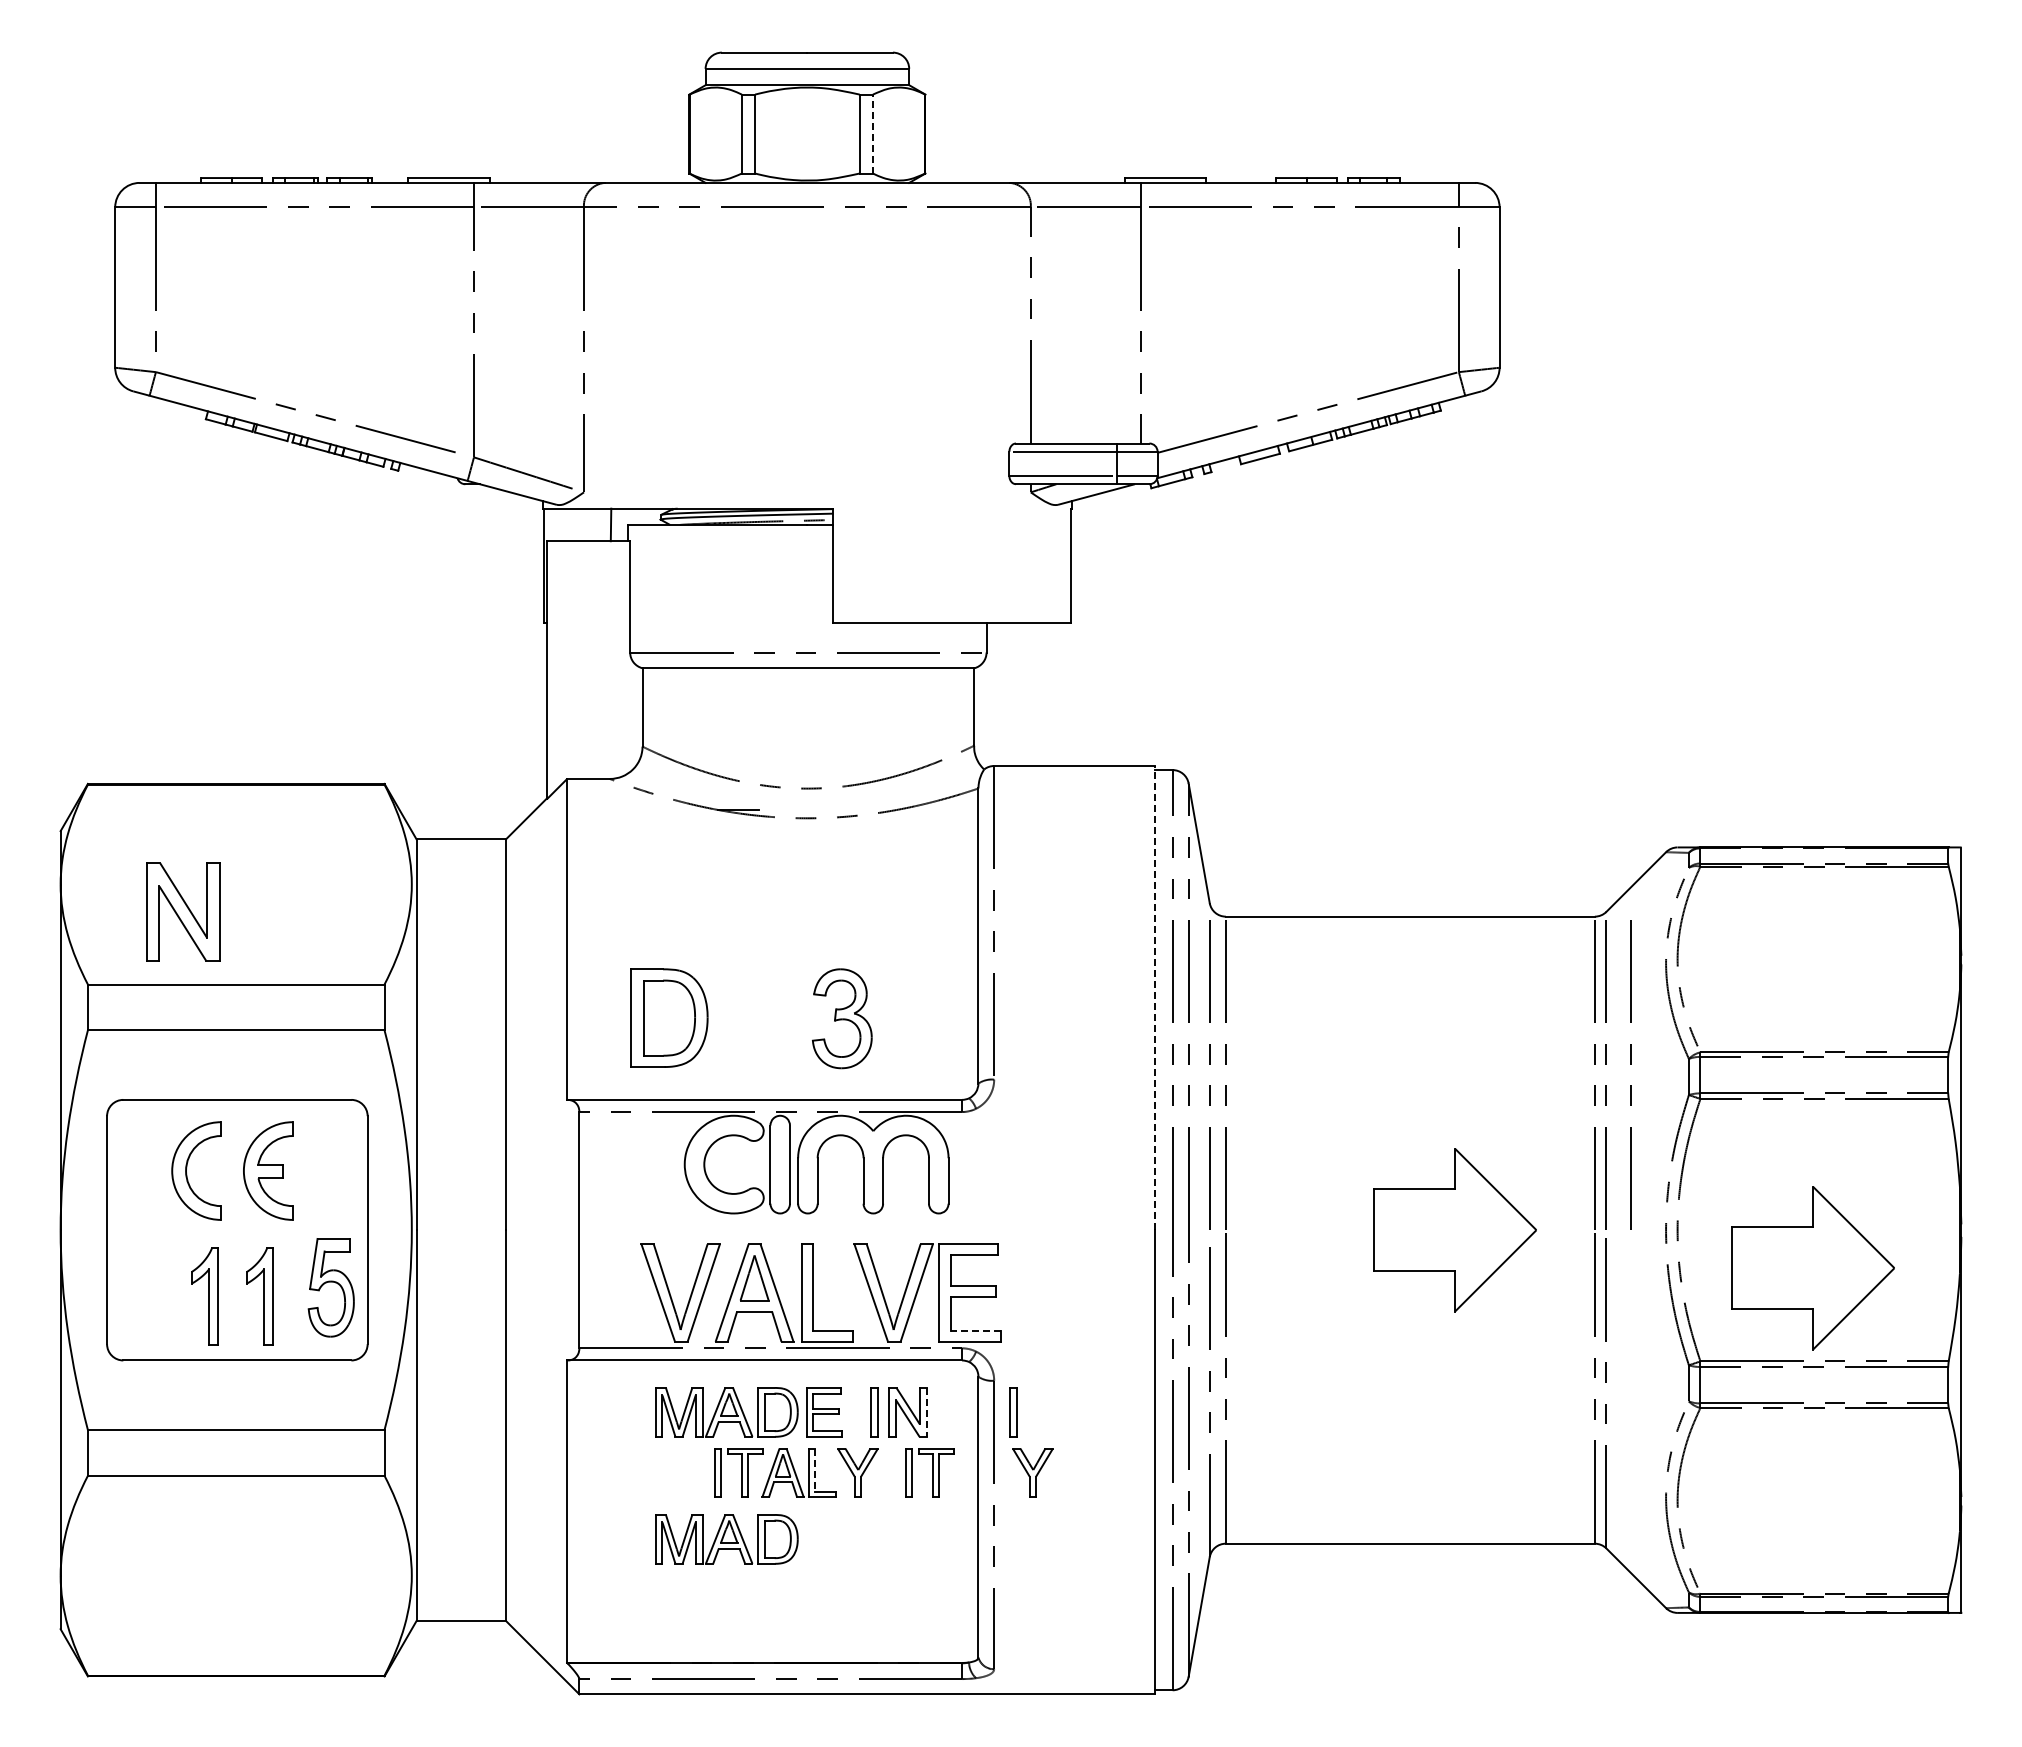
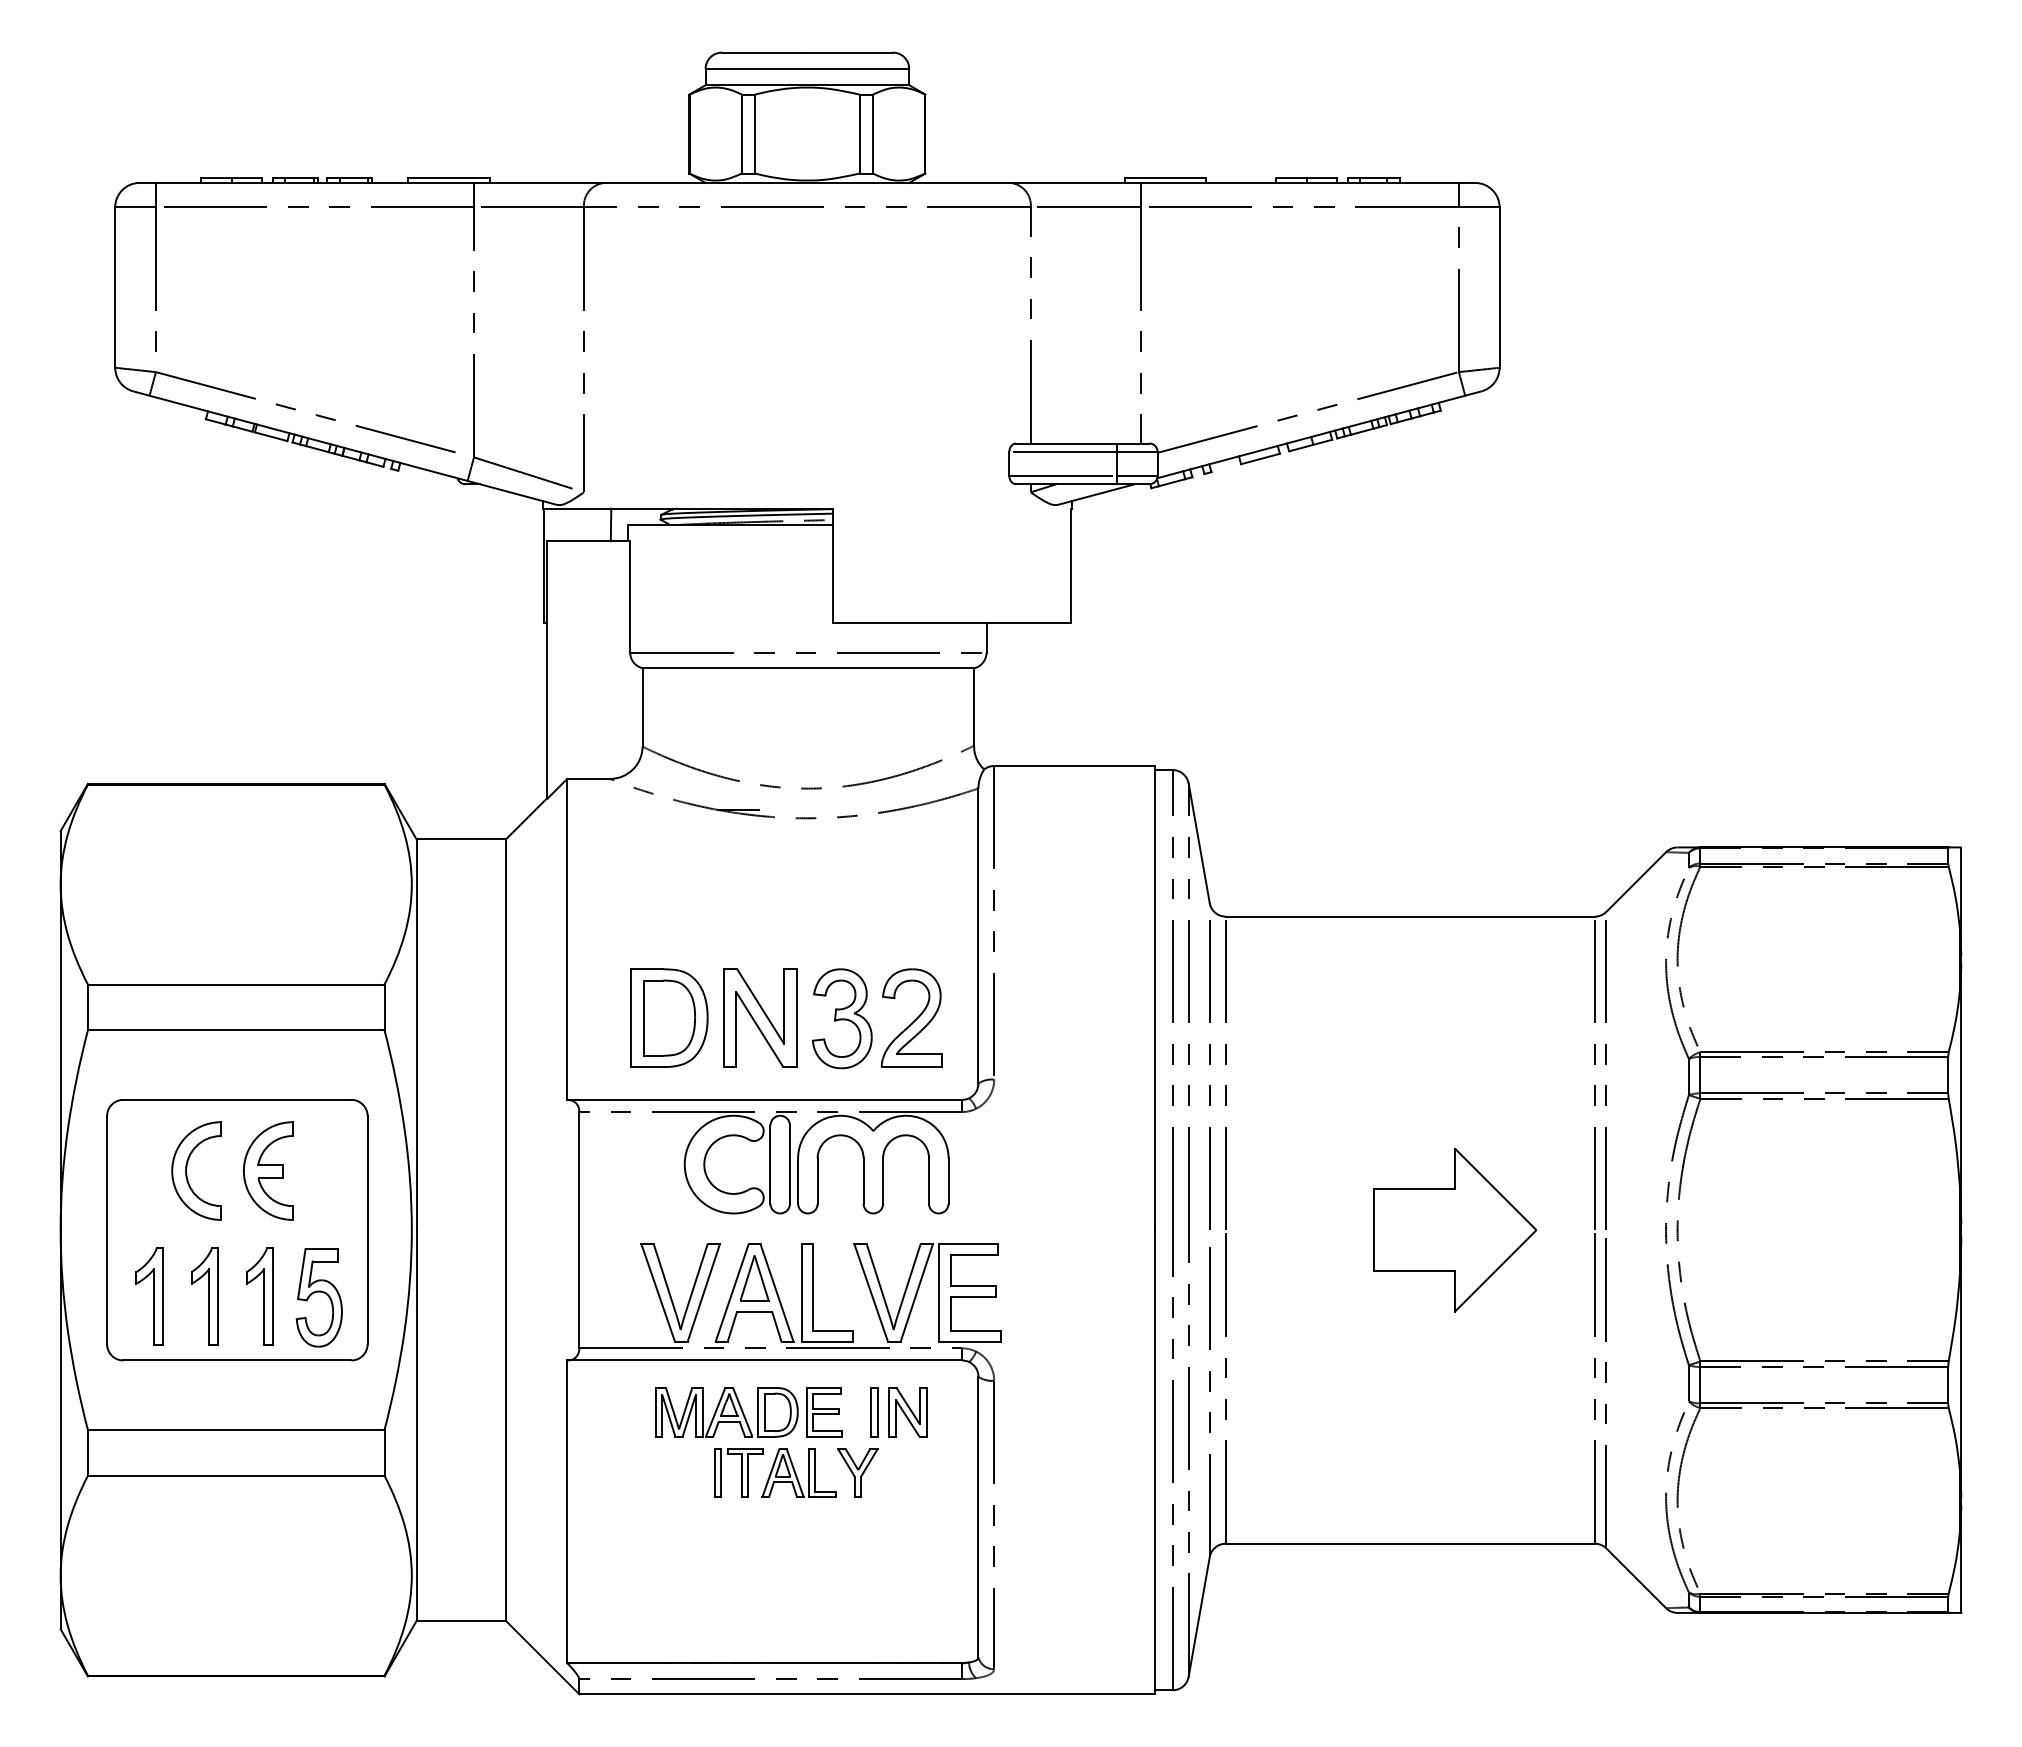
line at (872, 133): dashed -> solid
part at (183, 911) position: (183, 911) -> (760, 1017)
line at (1155, 997): dashed -> solid
part at (911, 1017): none -> present
line at (1630, 1064): present -> none
part at (1812, 1268): present -> none
part at (330, 1287) position: (330, 1287) -> (318, 1297)
part at (149, 1296): none -> present
line at (975, 1330): dashed -> solid
line at (926, 1412): dashed -> solid
part at (1013, 1412): present -> none
line at (815, 1470): dashed -> solid
part at (929, 1472): present -> none
part at (1032, 1472): present -> none
part at (726, 1539): present -> none
